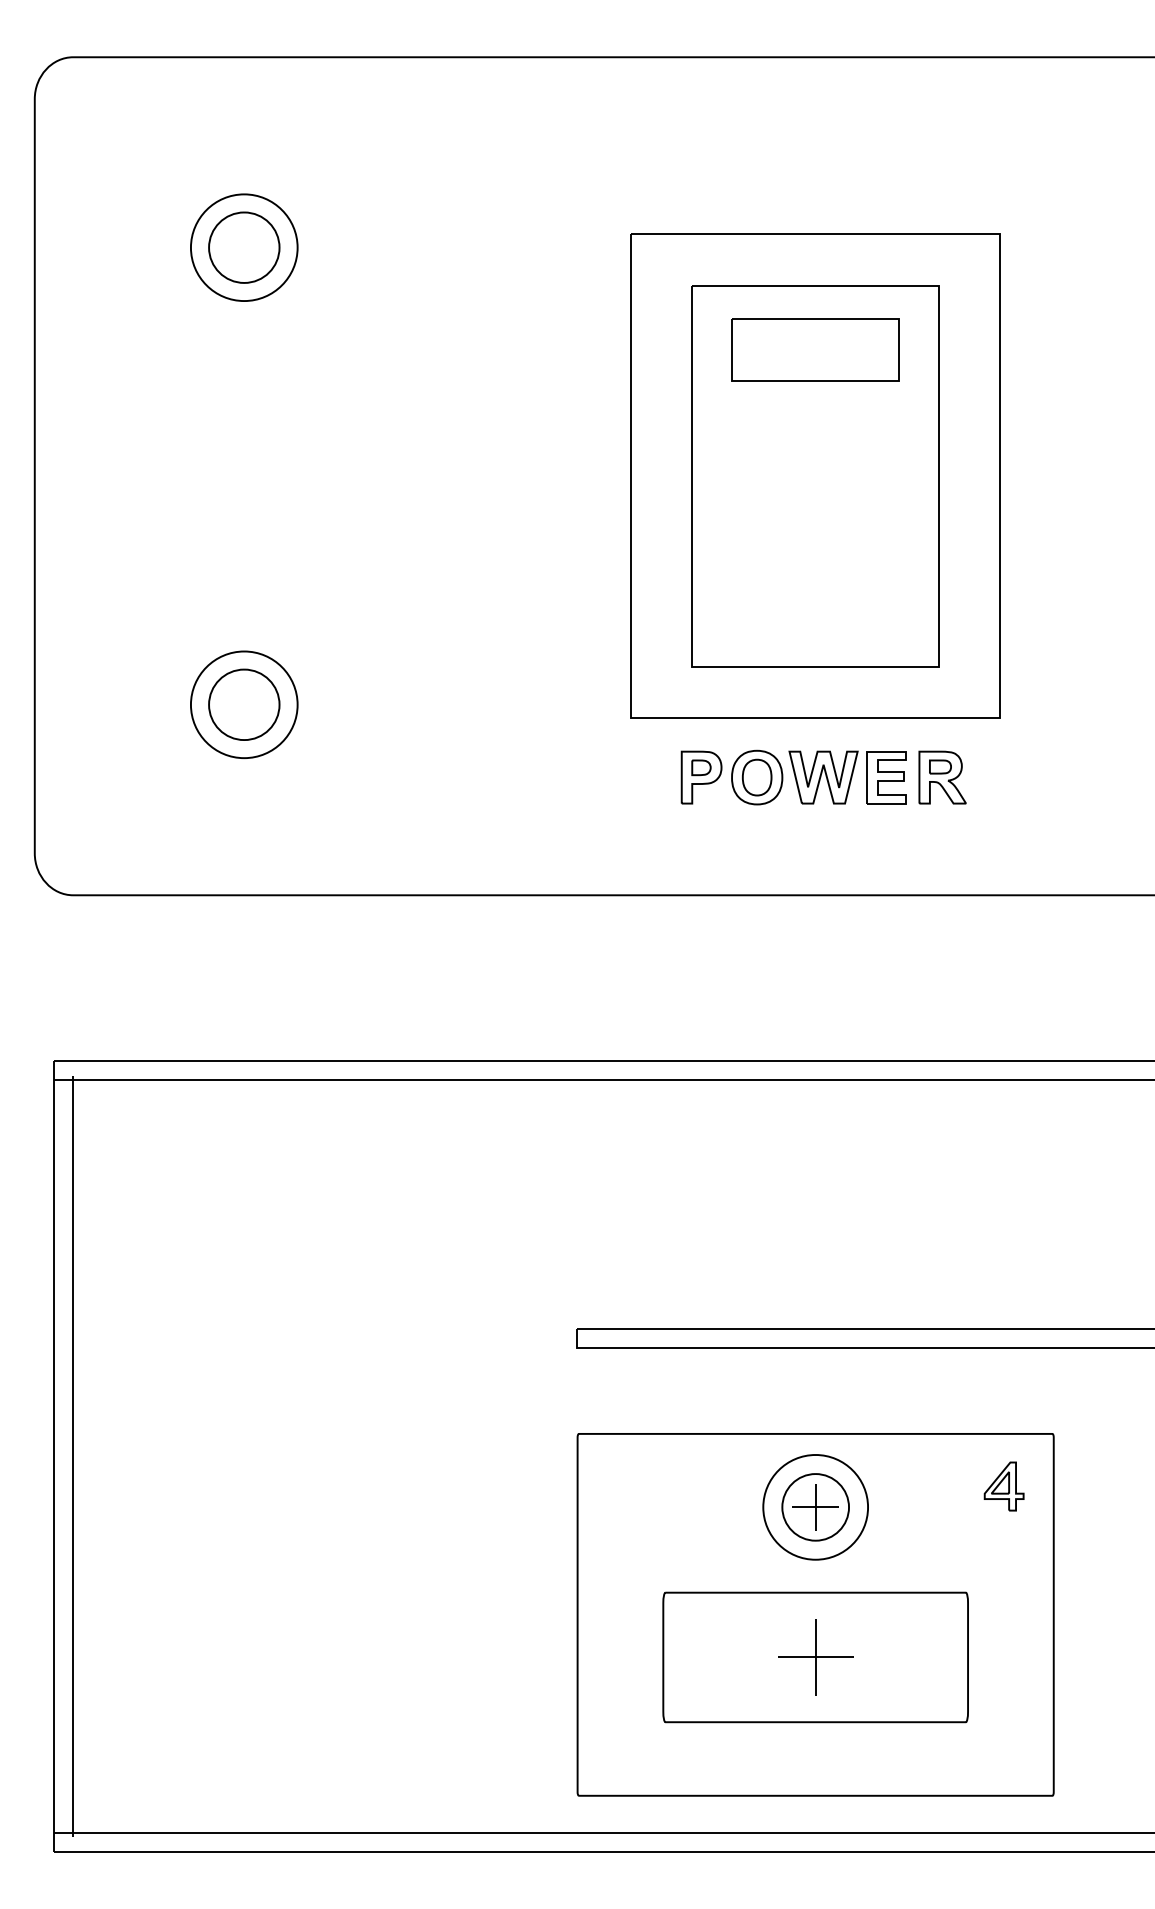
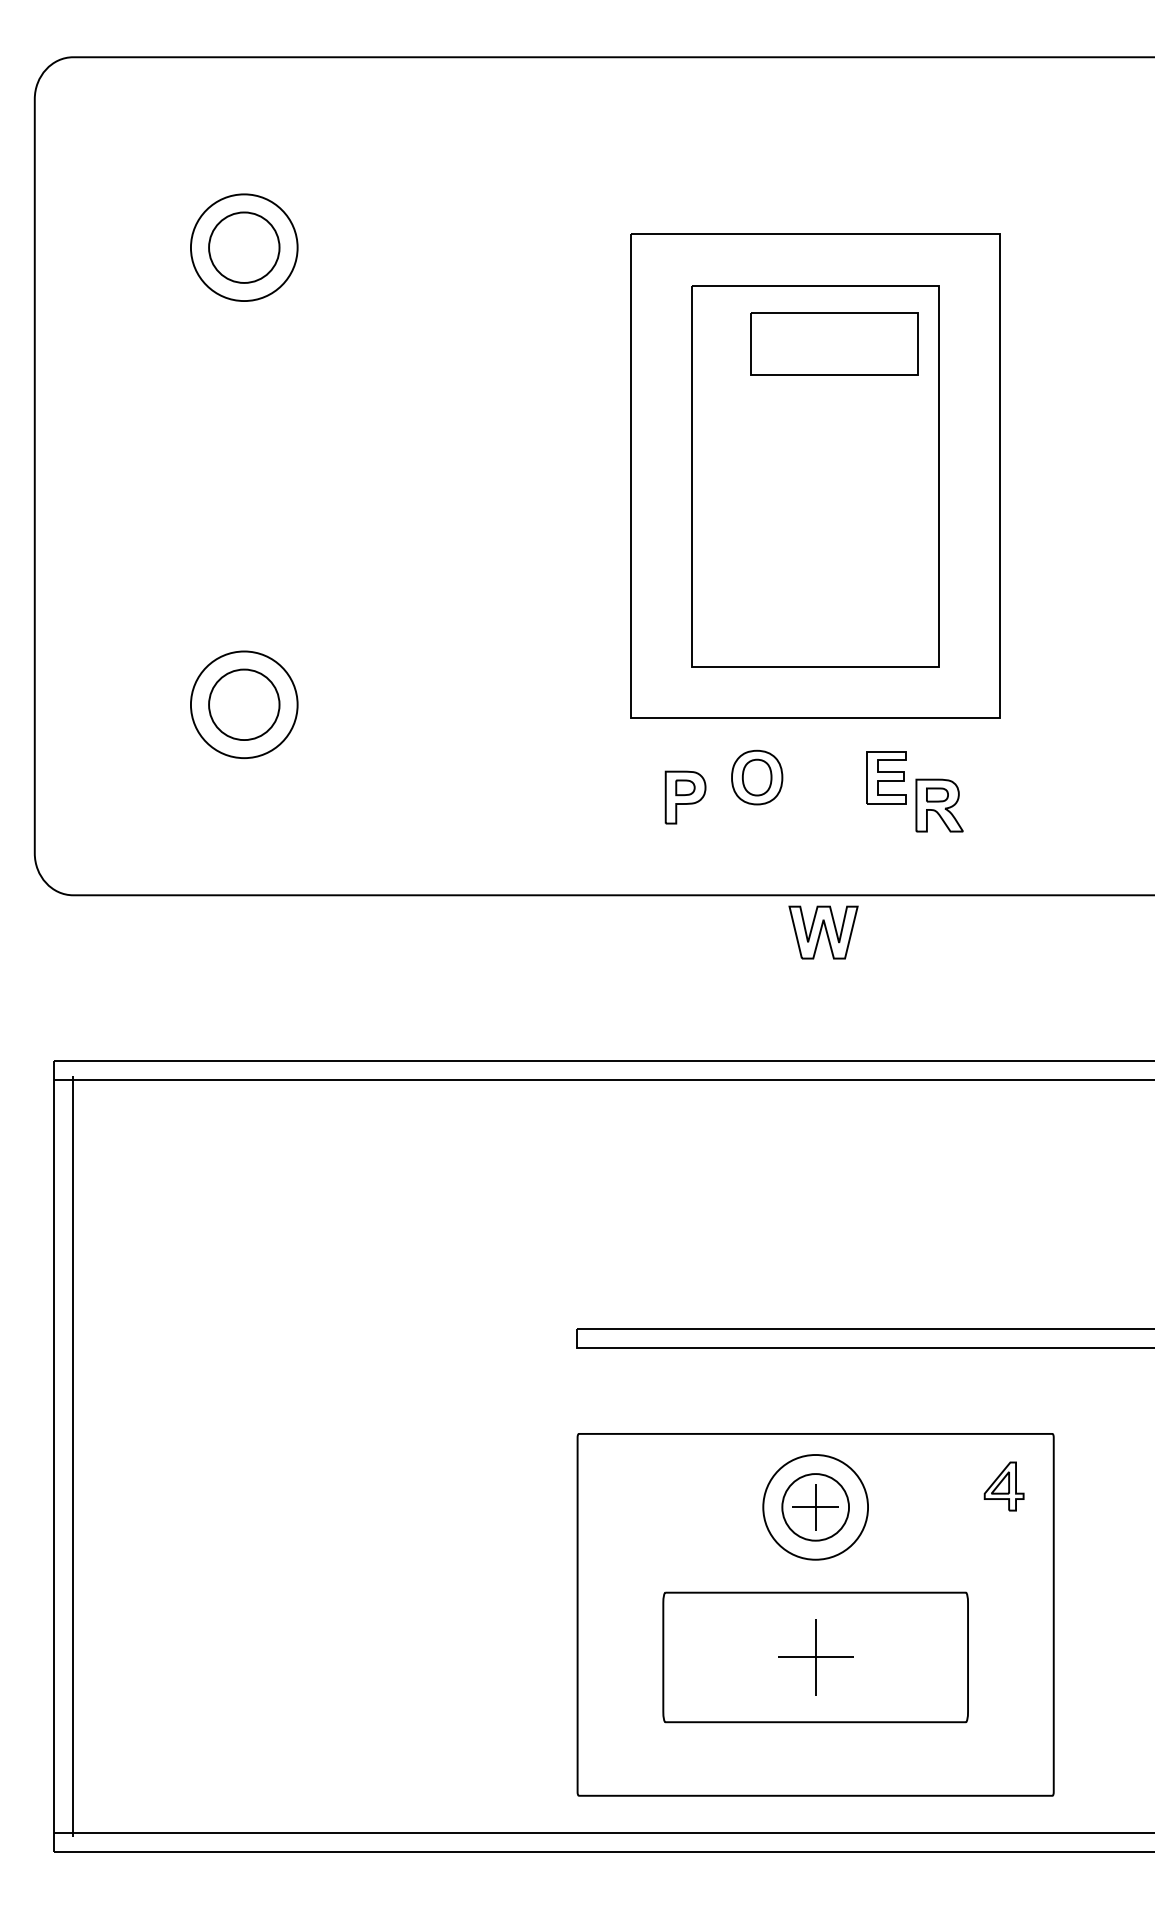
part at (815, 349) position: (815, 349) -> (834, 343)
part at (701, 777) position: (701, 777) -> (685, 797)
part at (823, 777) position: (823, 777) -> (823, 932)
part at (942, 777) position: (942, 777) -> (939, 805)
